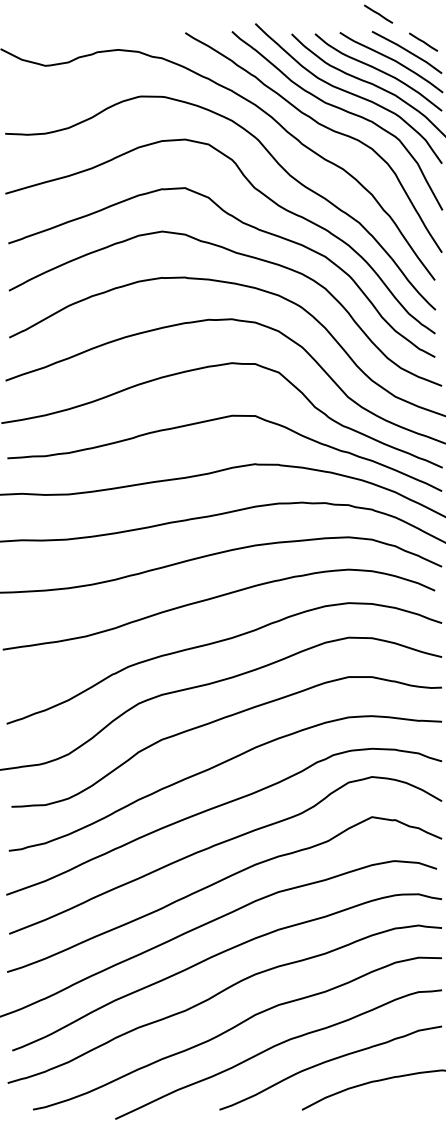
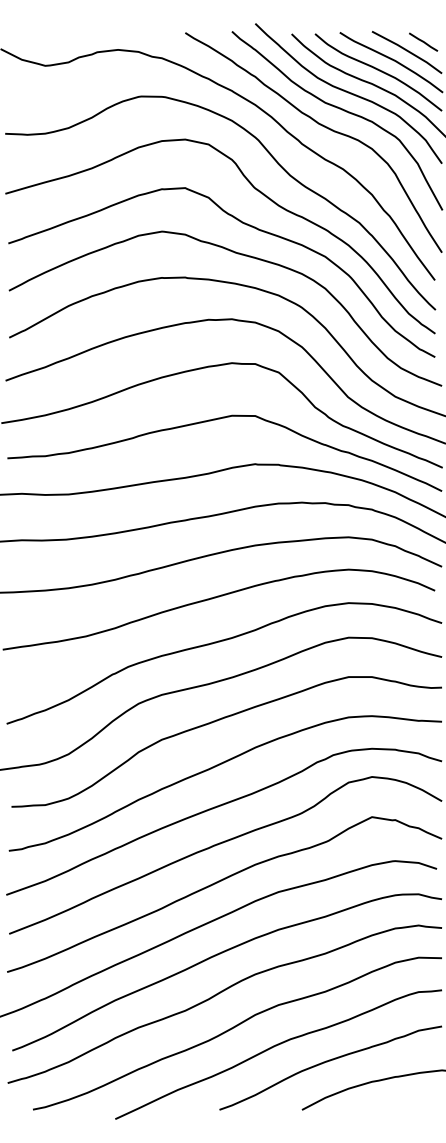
line at (378, 13): present -> none
